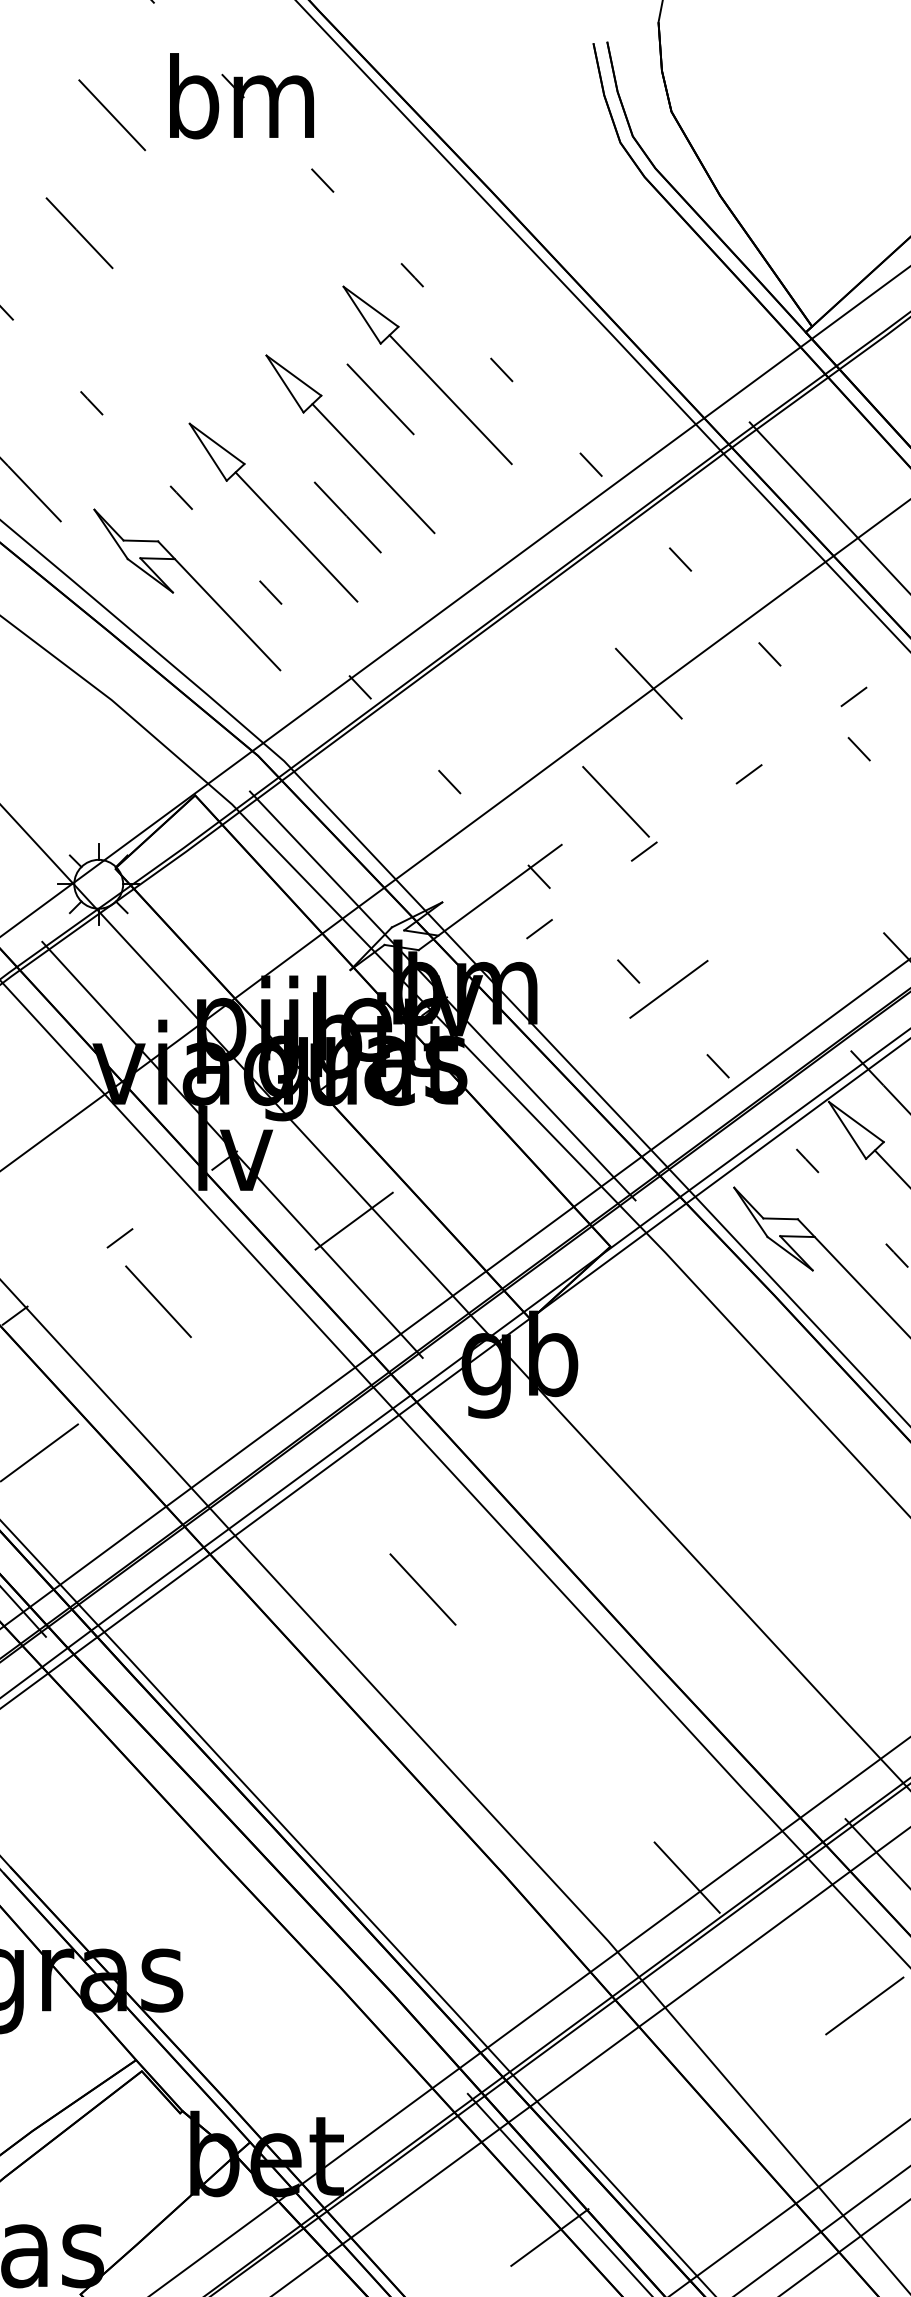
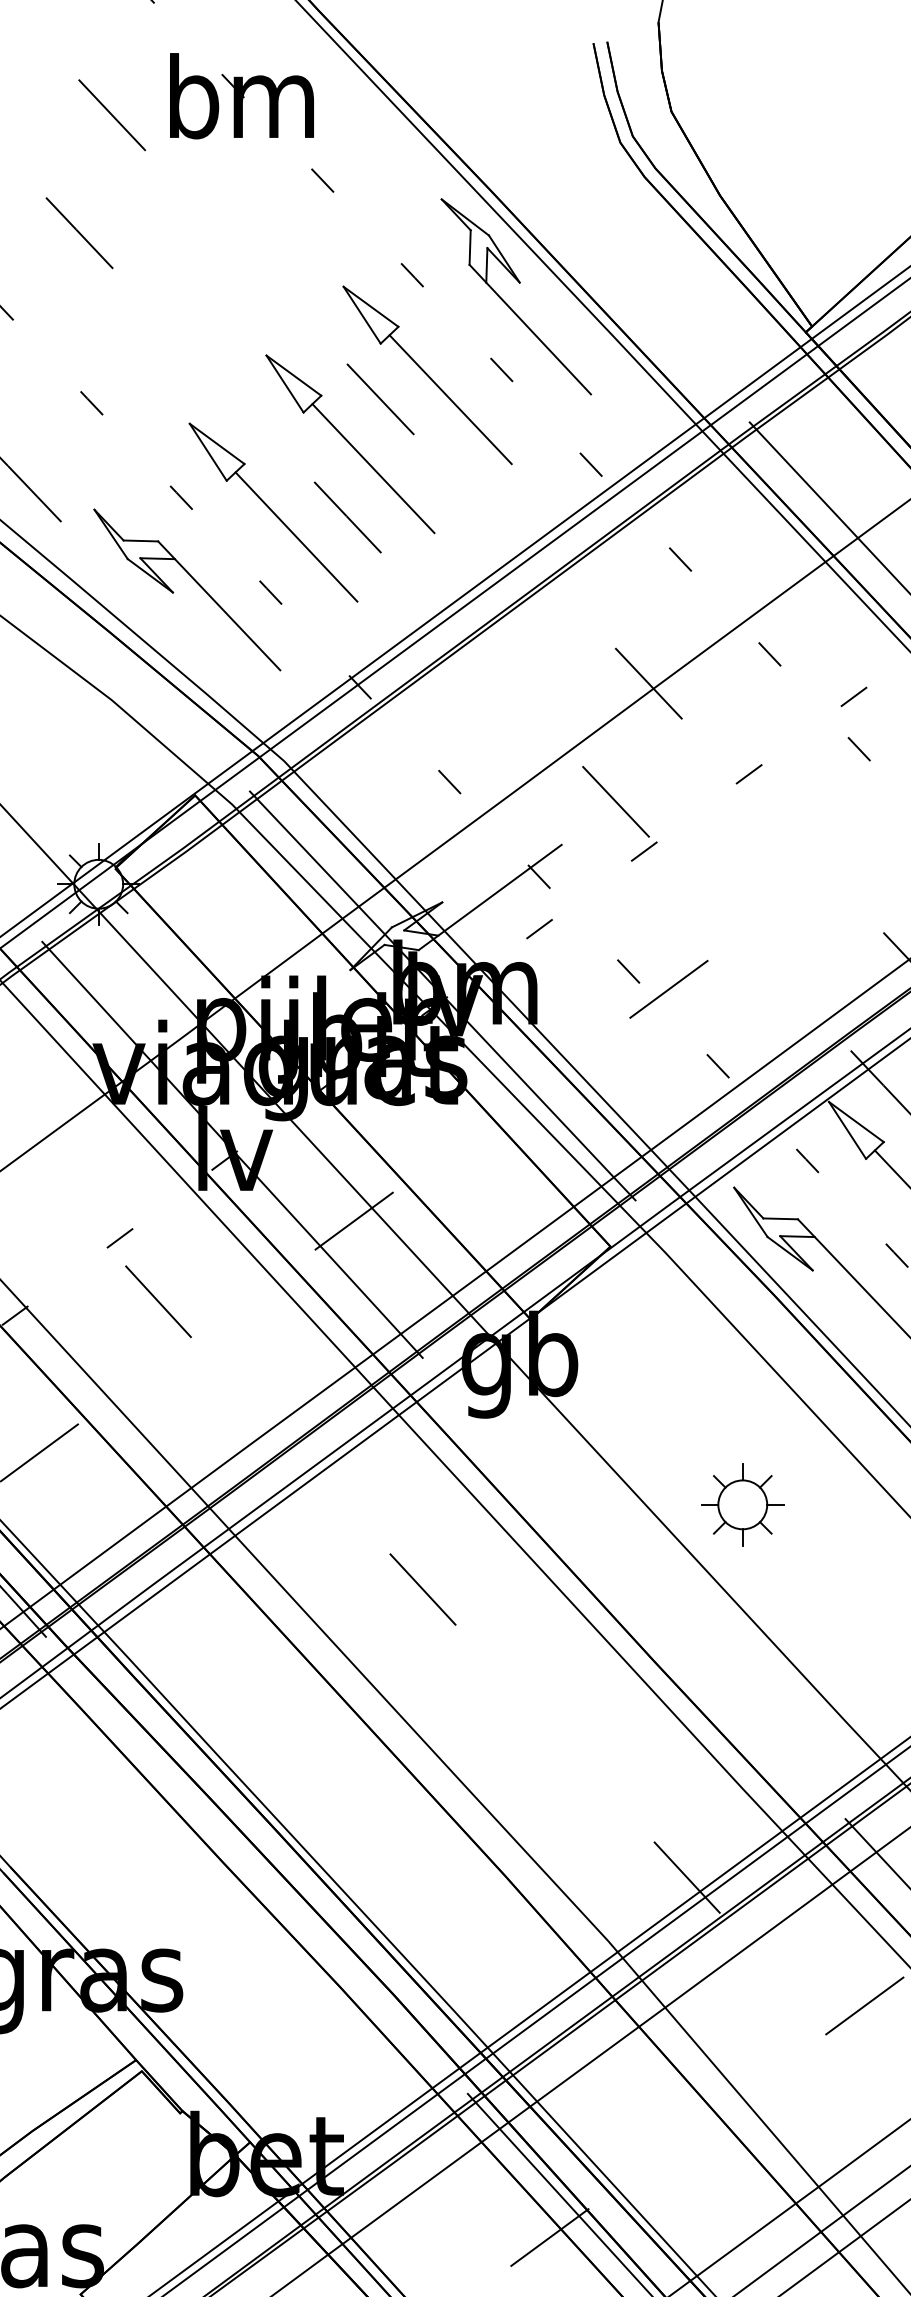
part at (508, 304): none -> present
line at (454, 613): none -> present
part at (742, 1504): none -> present
line at (536, 2020): none -> present
